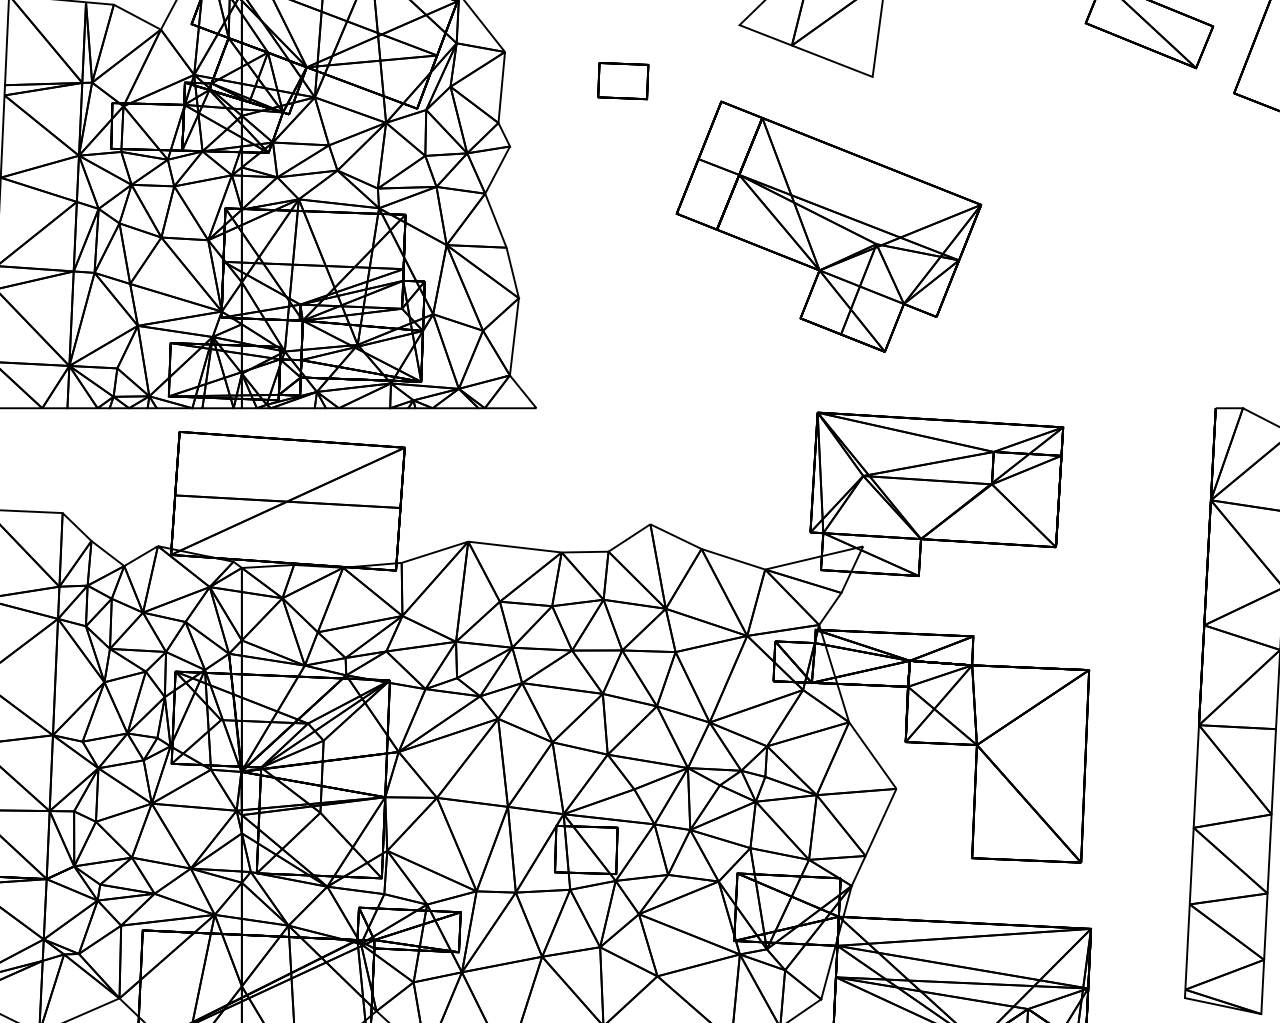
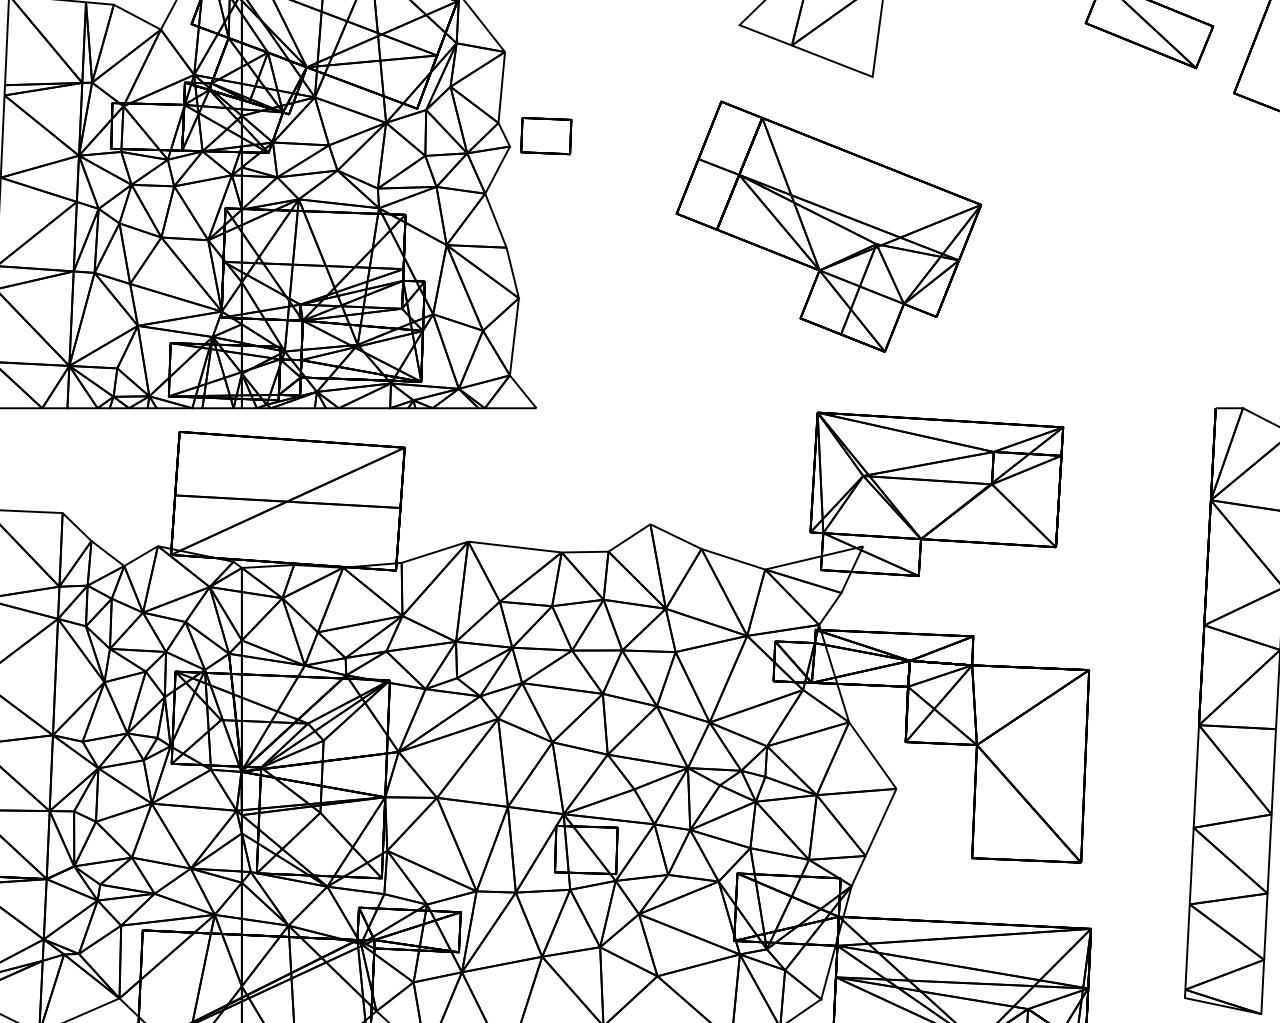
part at (623, 81) position: (623, 81) -> (546, 136)
